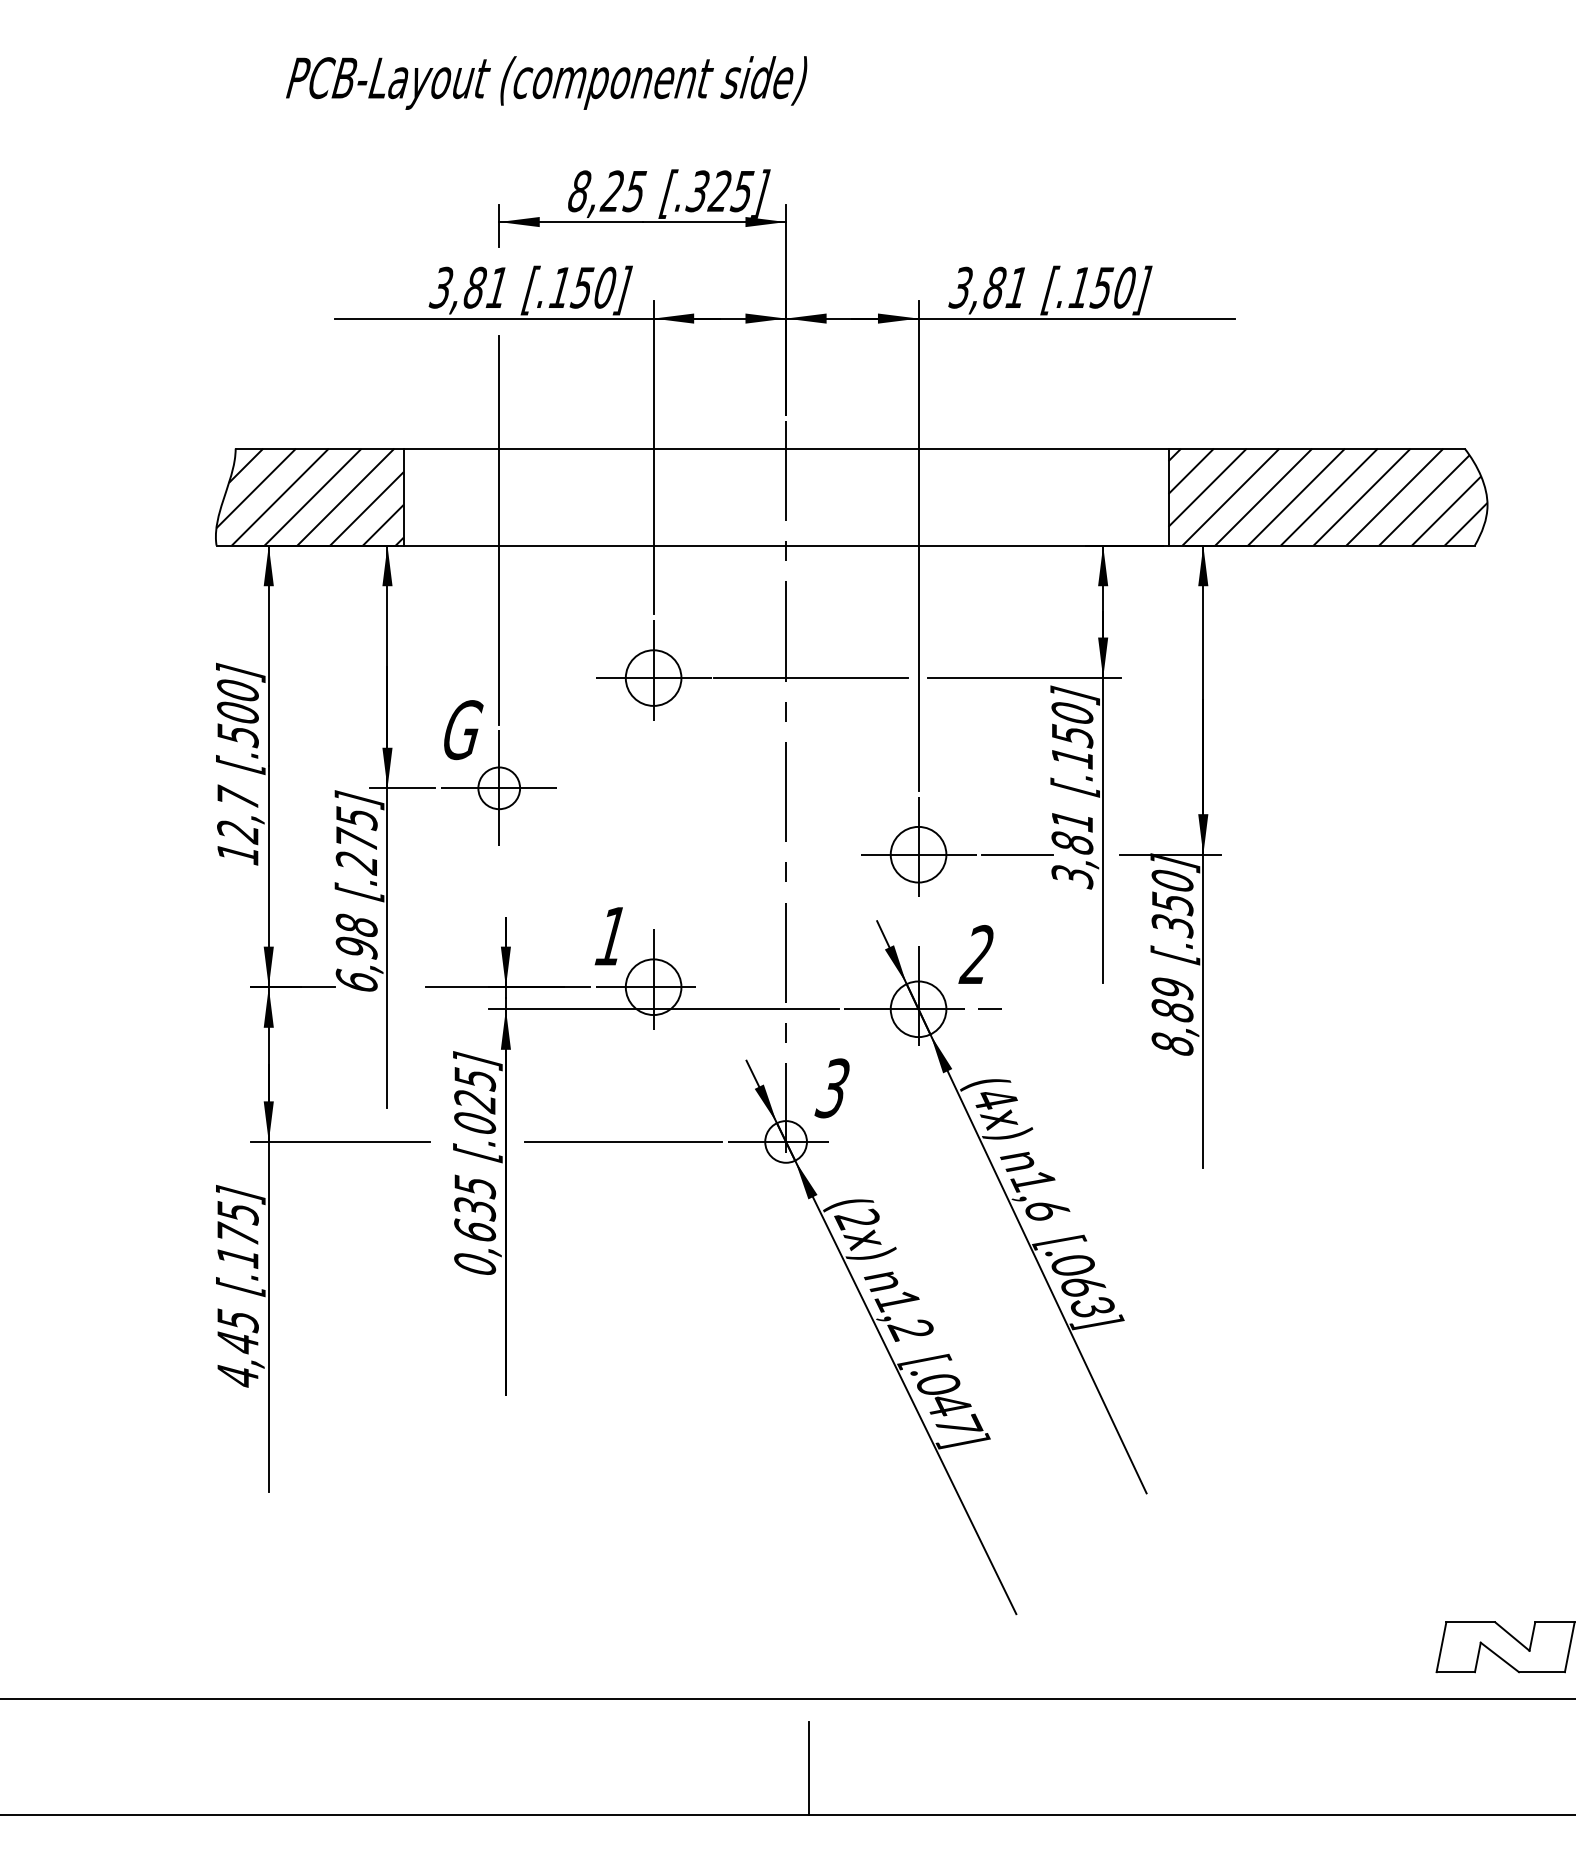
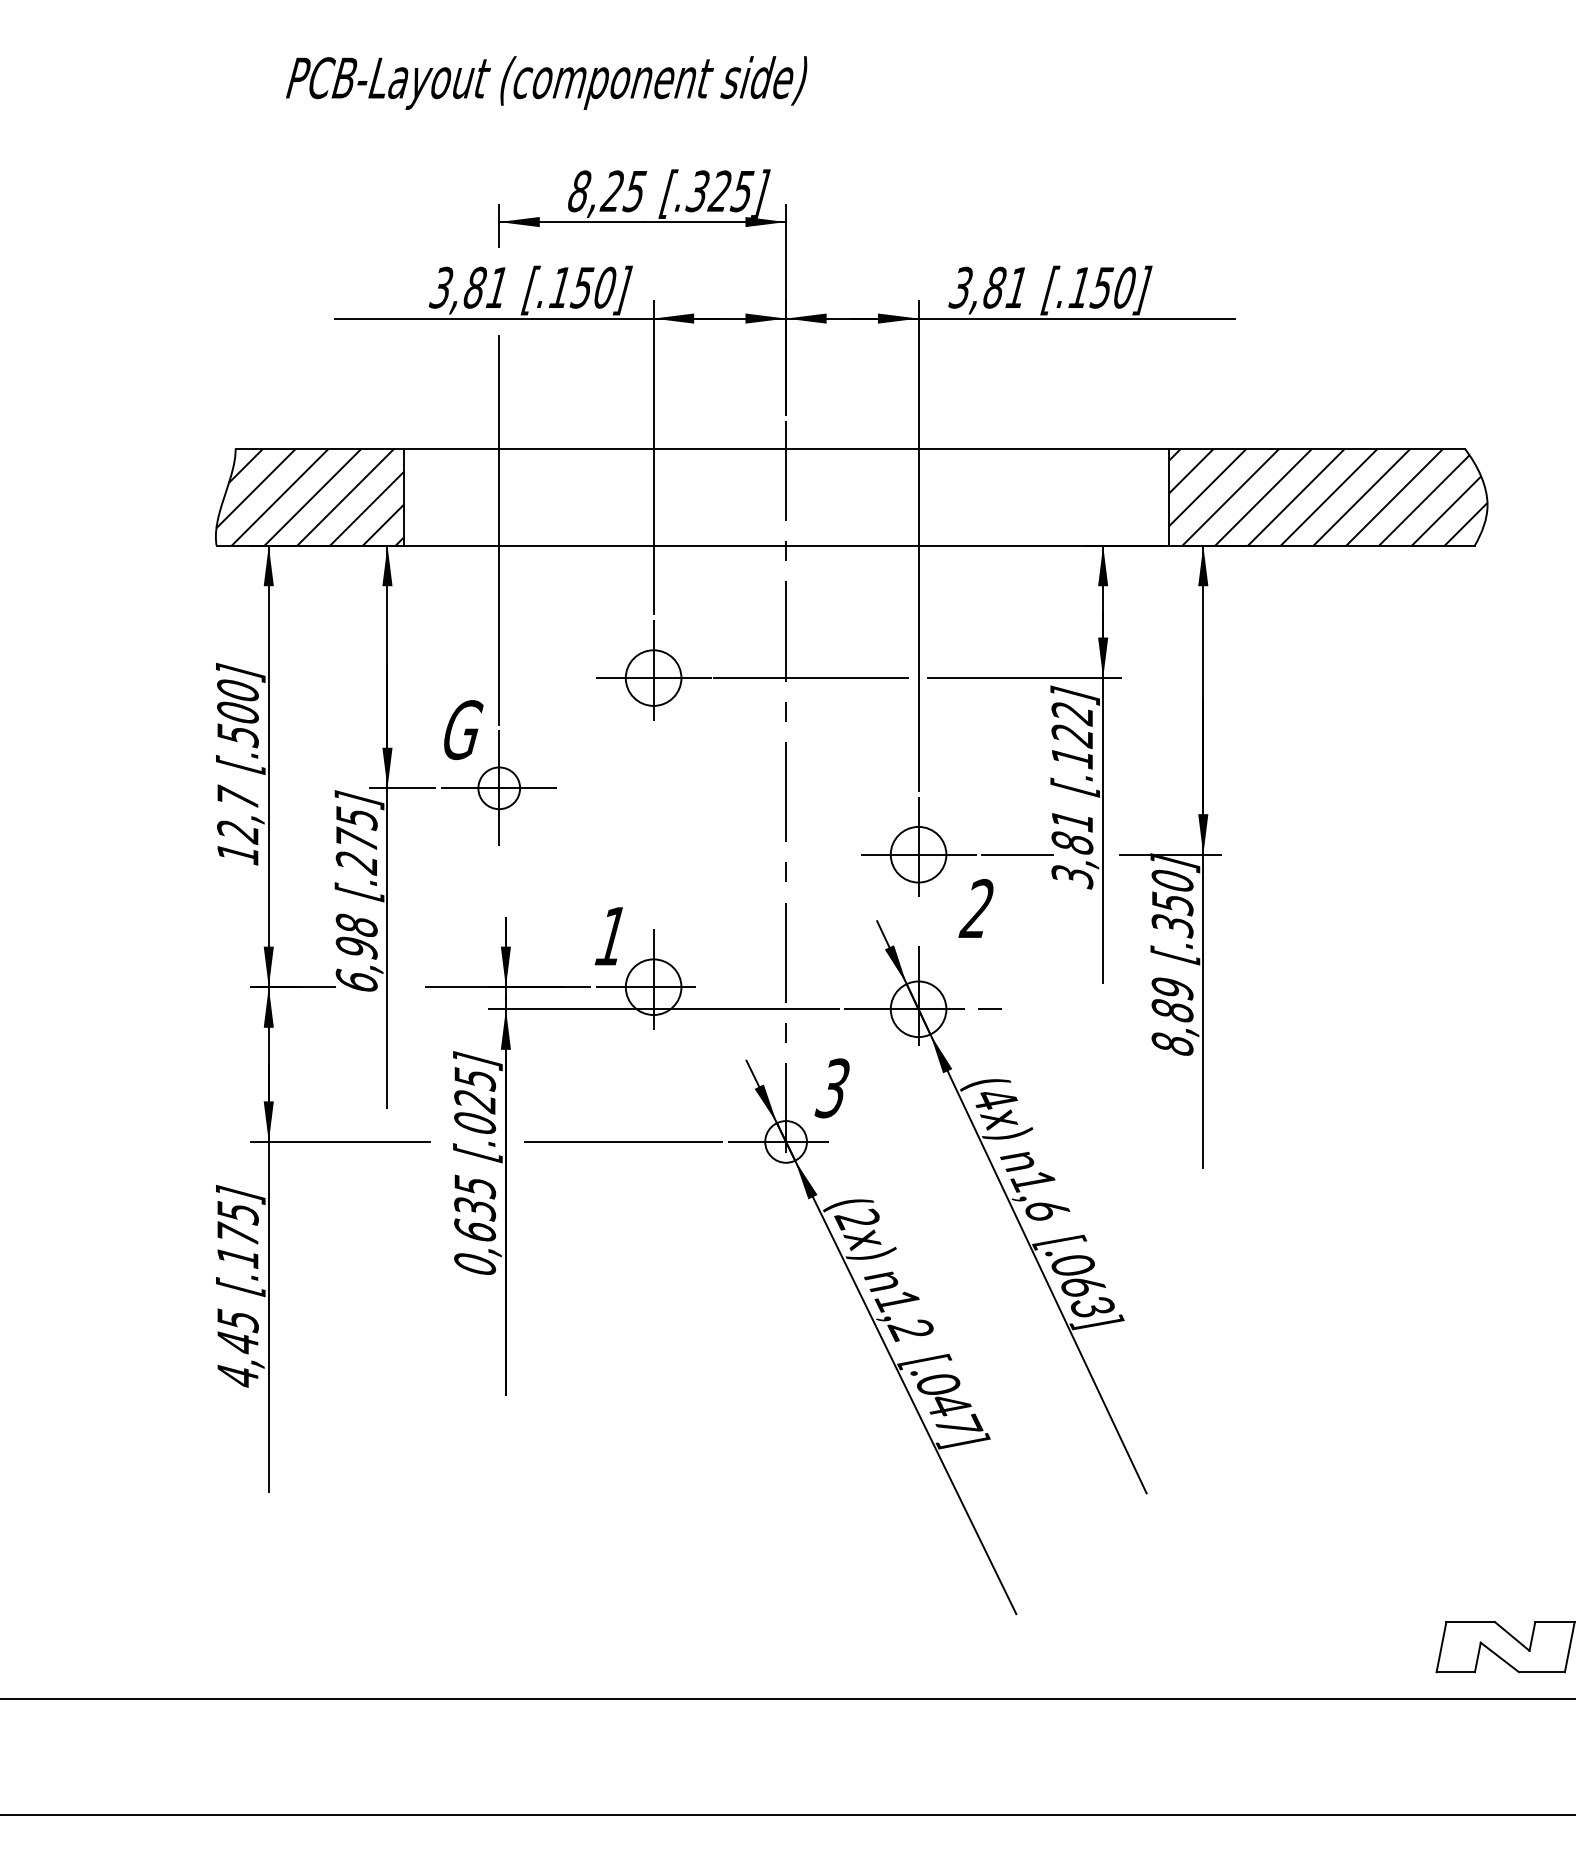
text at (1072, 725): [.150] -> [.122]
text at (975, 954) position: (975, 954) -> (975, 908)
line at (808, 1768): present -> none
